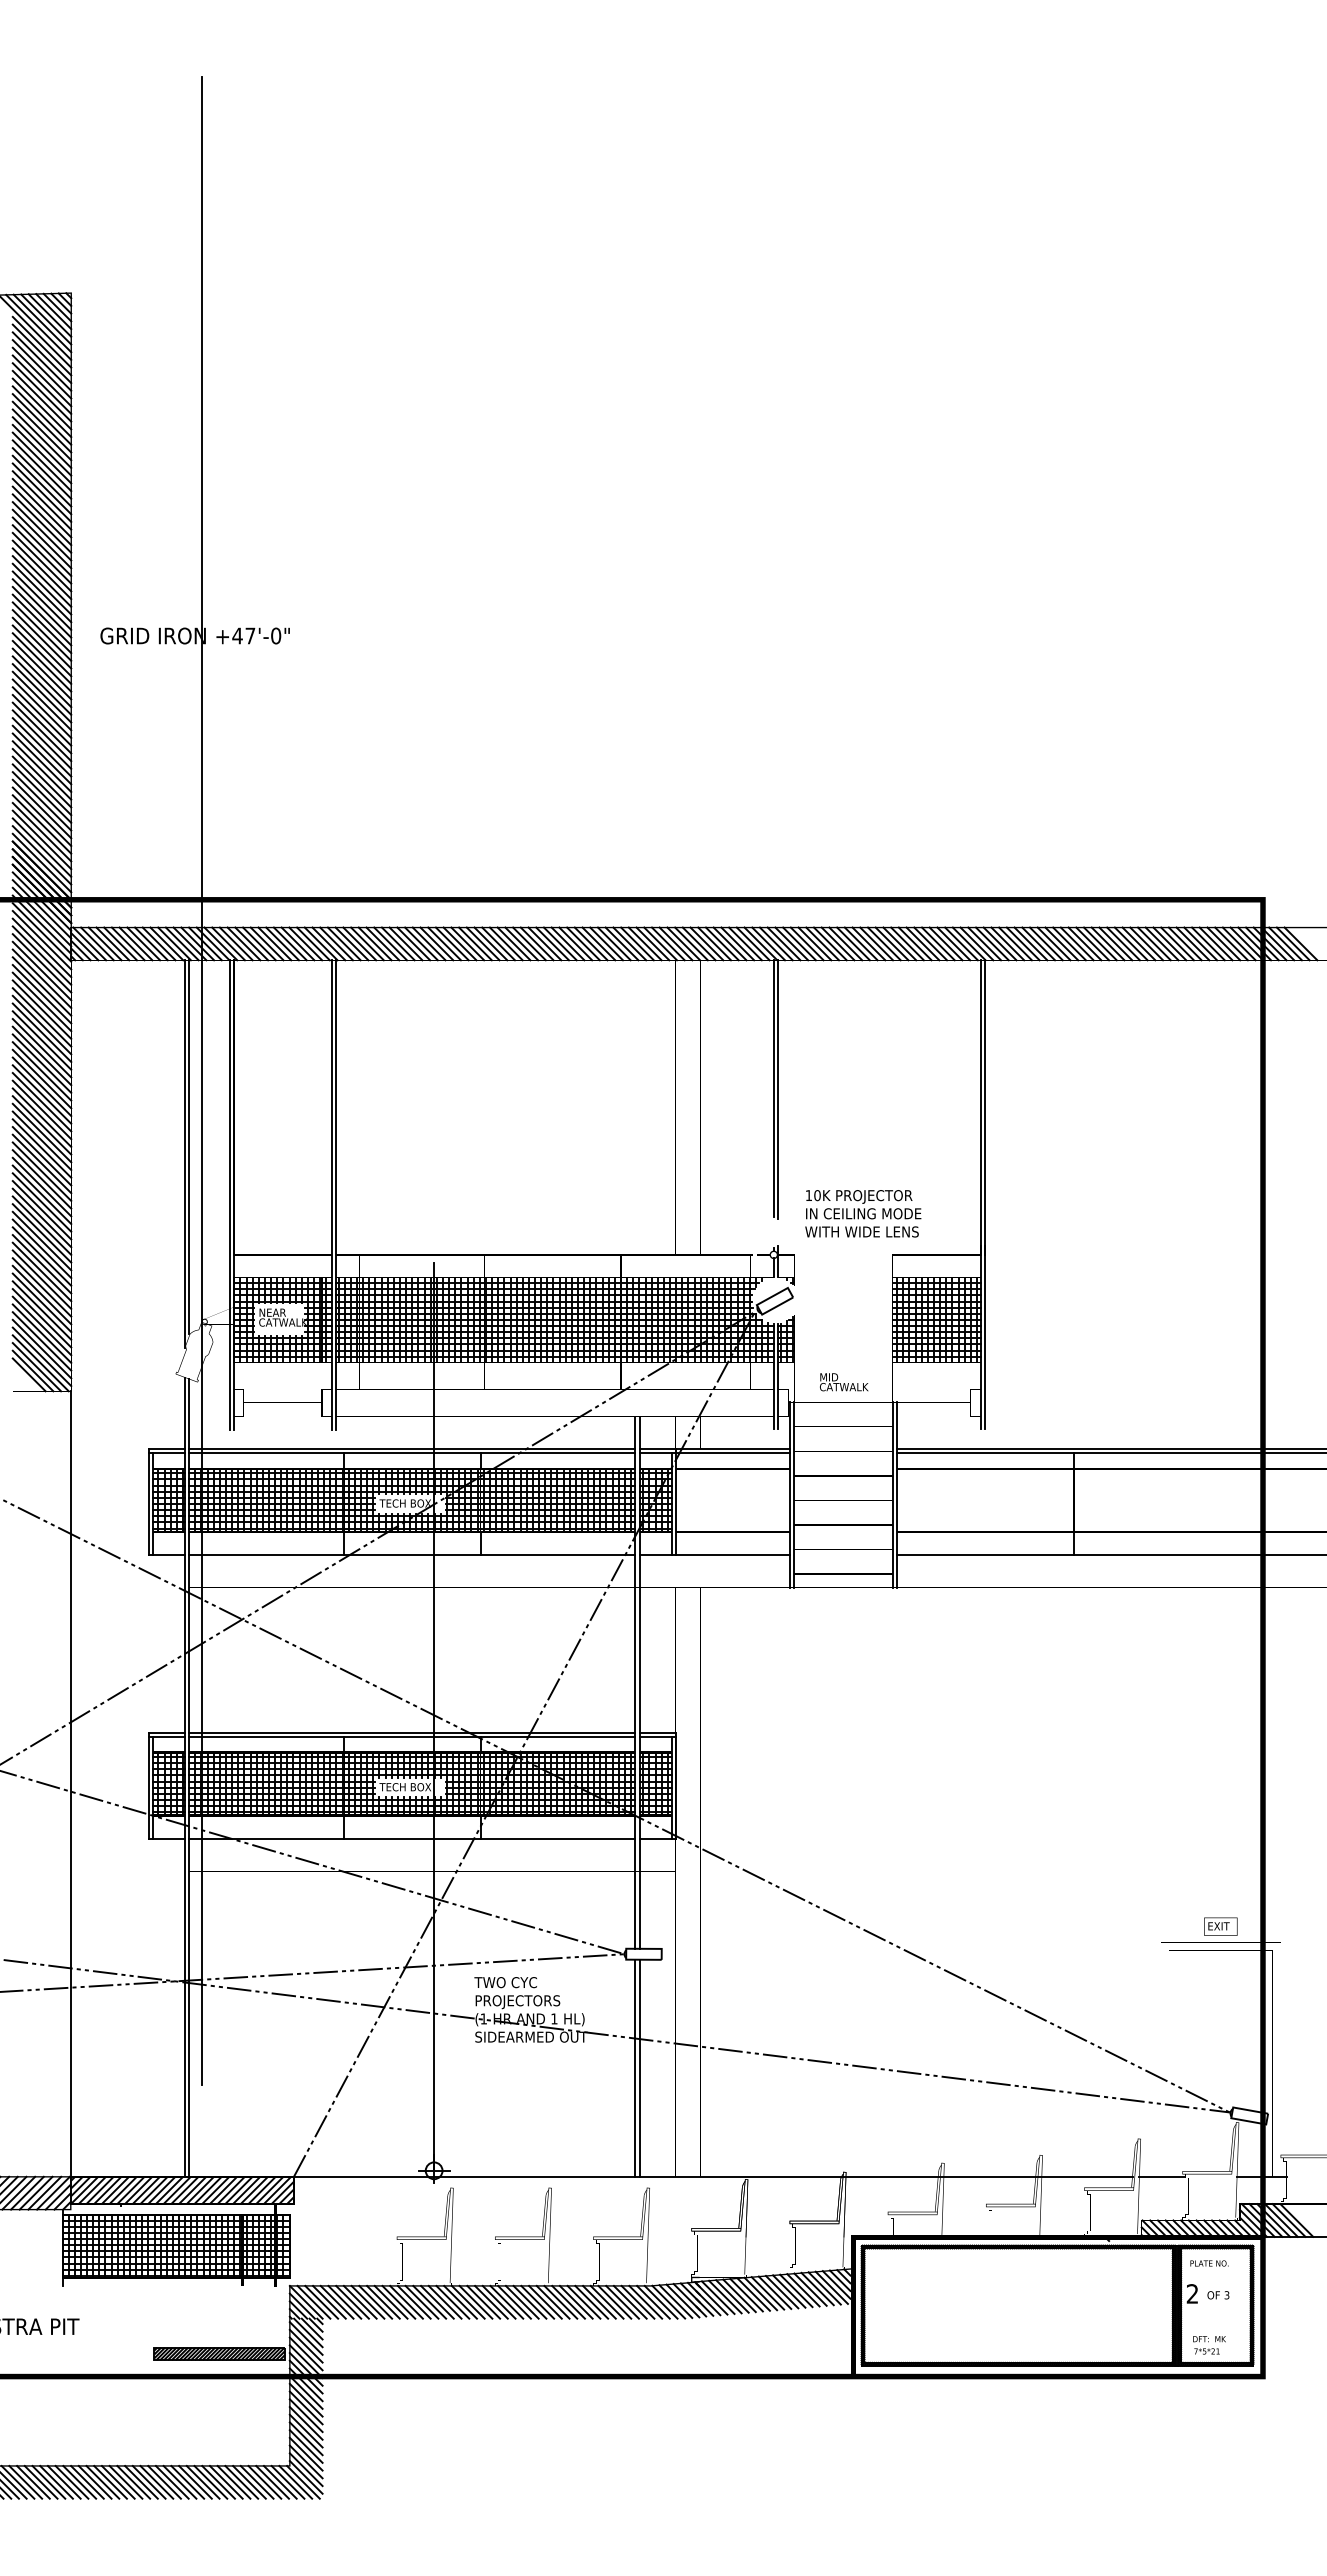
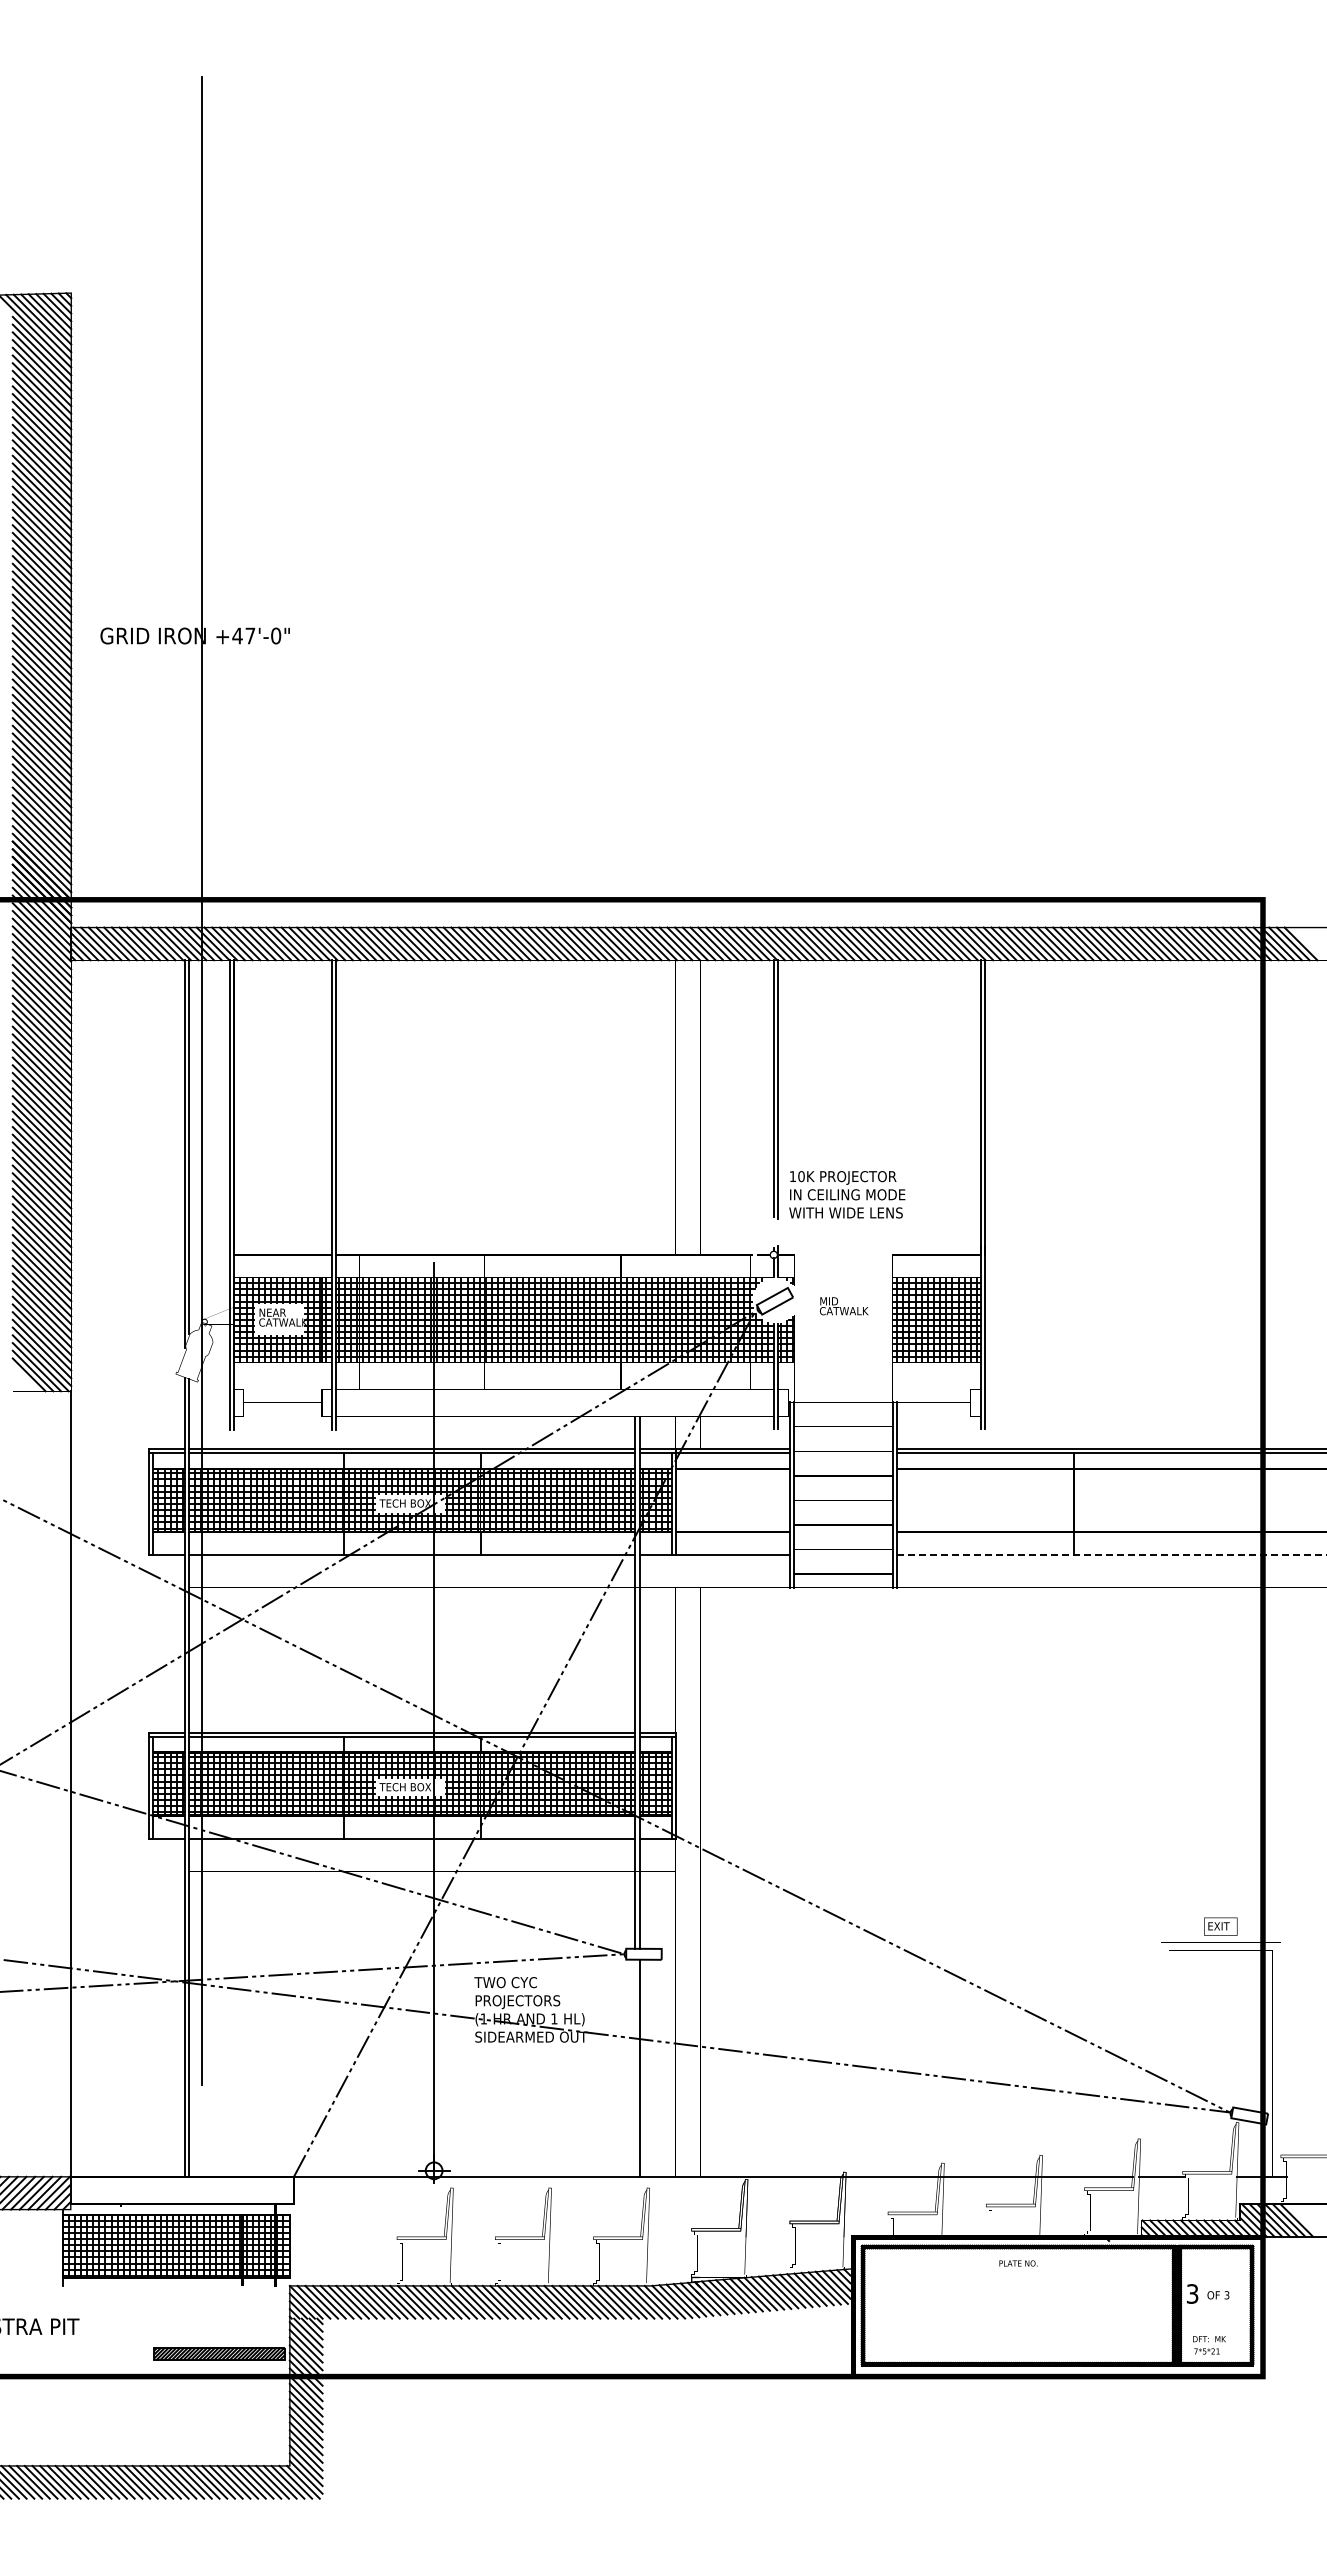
text at (863, 1213) position: (863, 1213) -> (847, 1194)
text at (844, 1382) position: (844, 1382) -> (844, 1306)
line at (1111, 1554): solid -> dashed
line at (635, 2067): present -> none
hatch at (181, 2190): present -> none
text at (1209, 2263) position: (1209, 2263) -> (1018, 2263)
text at (1192, 2293): 2 -> 3
